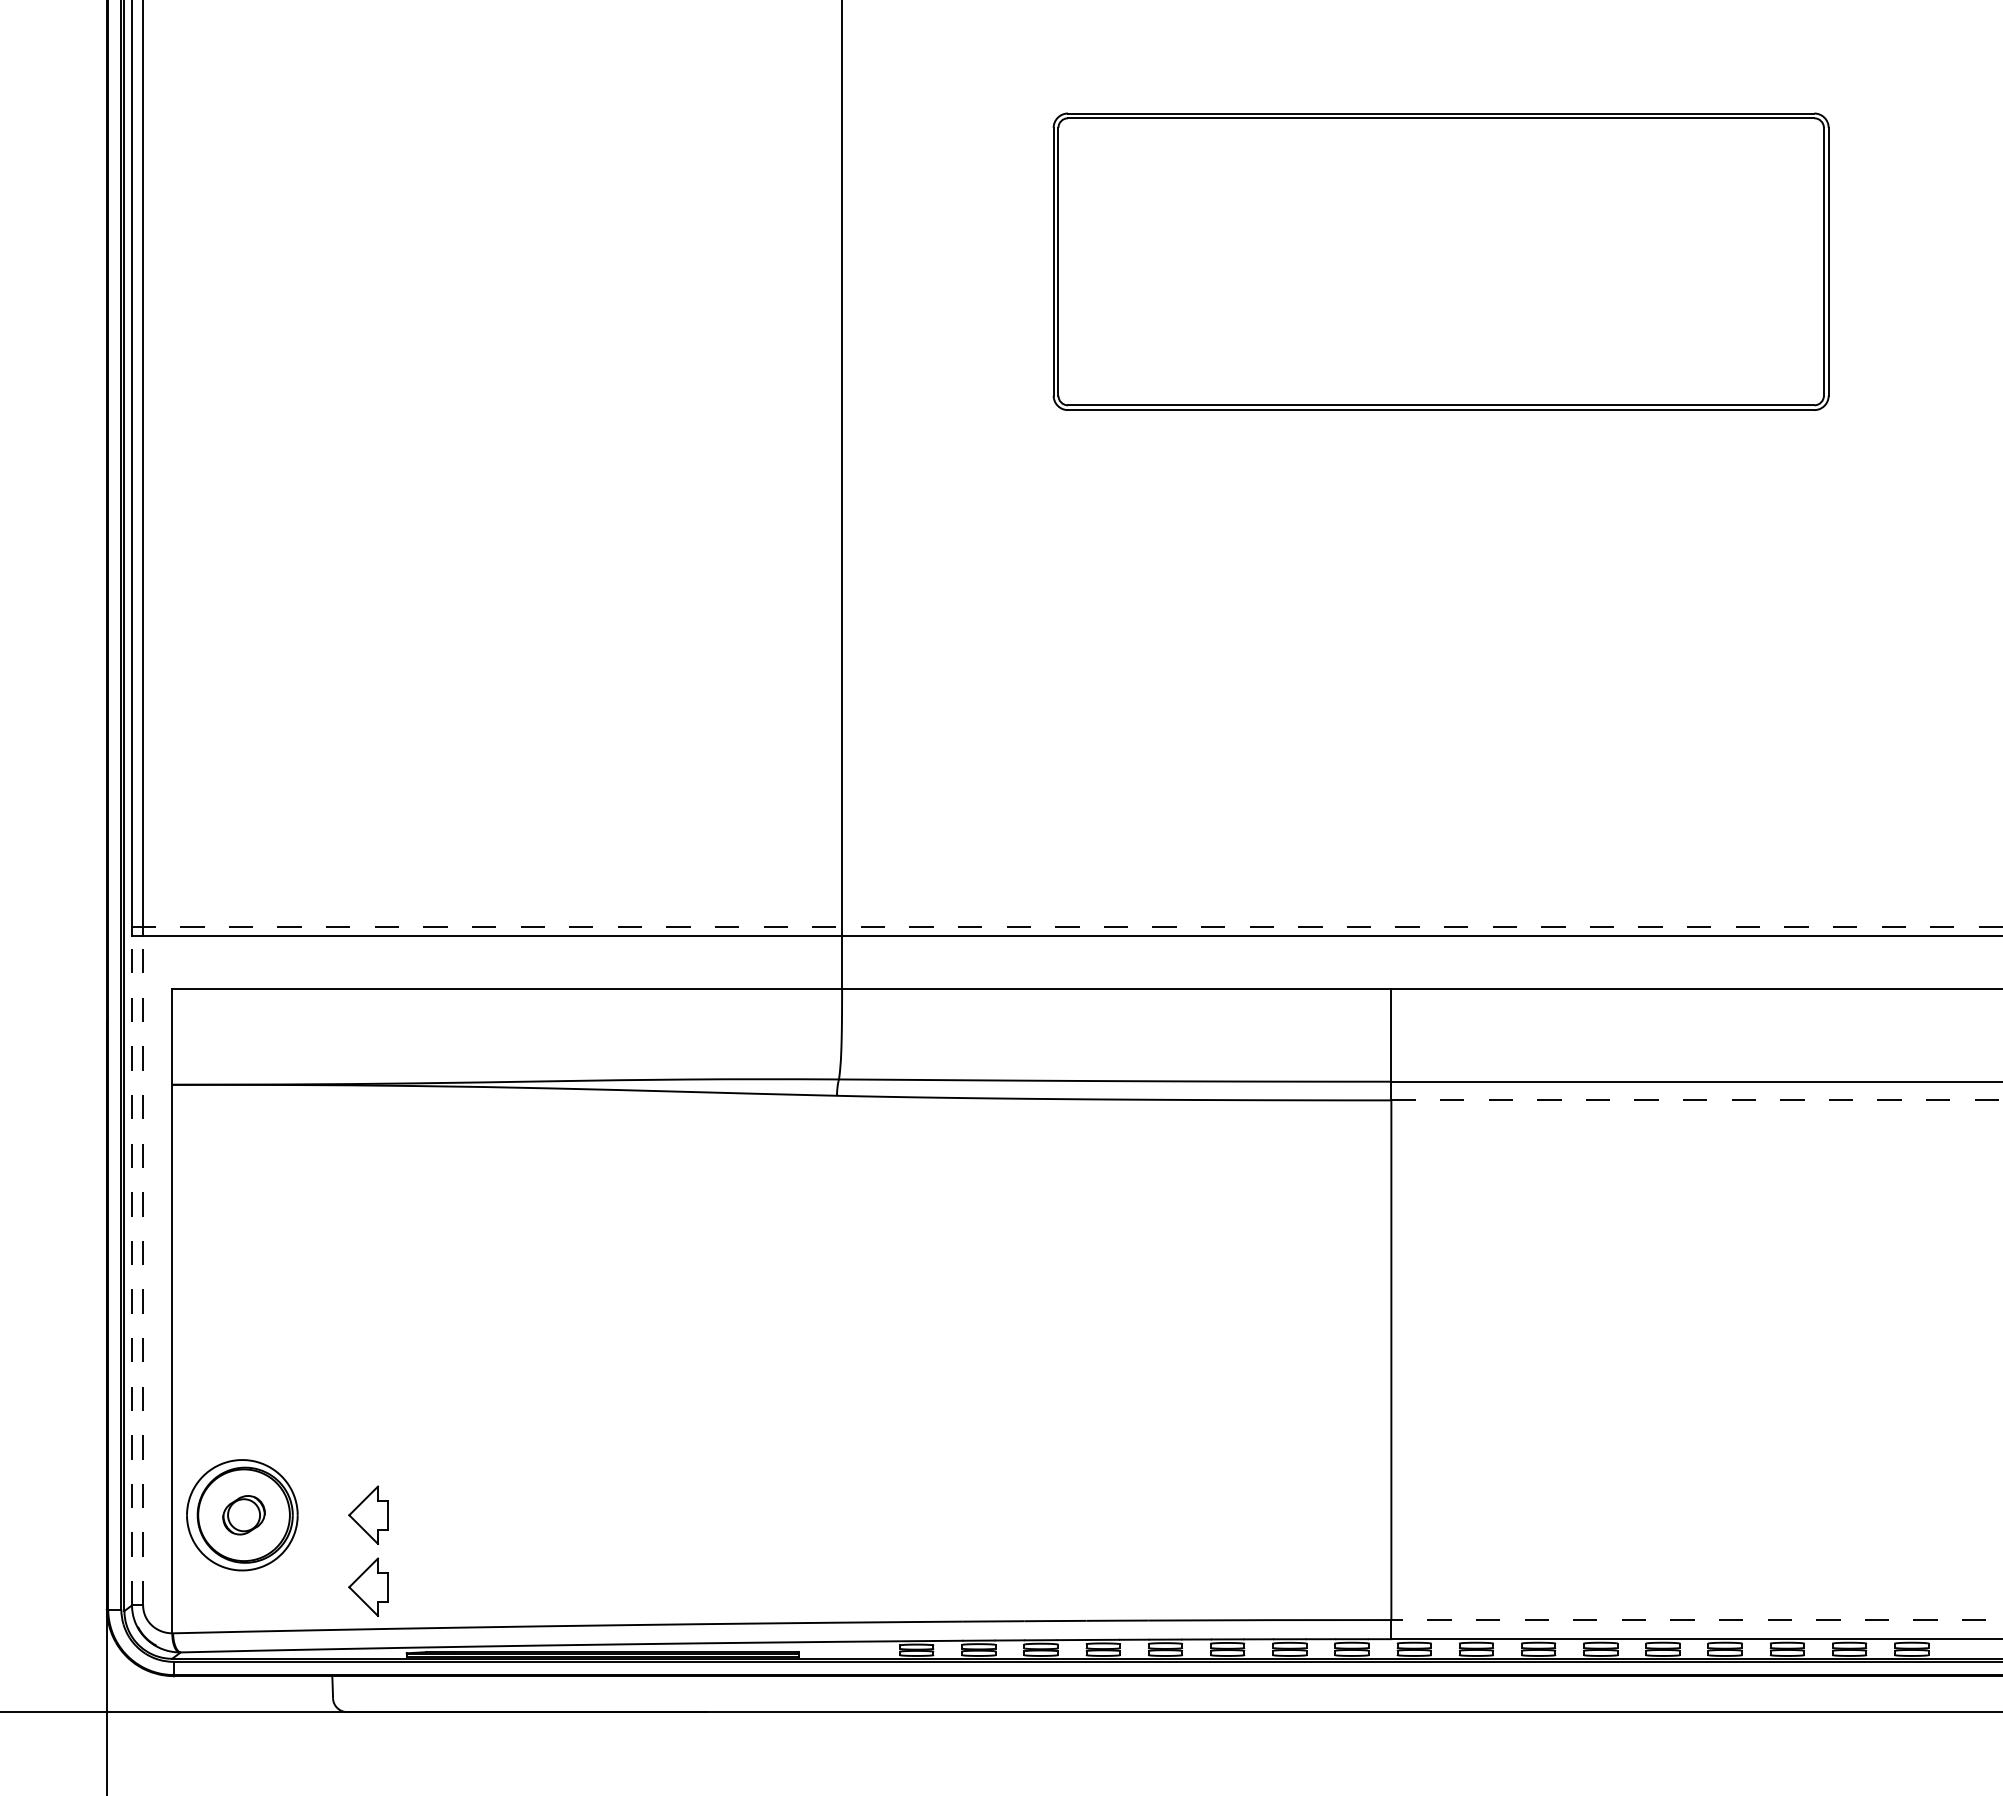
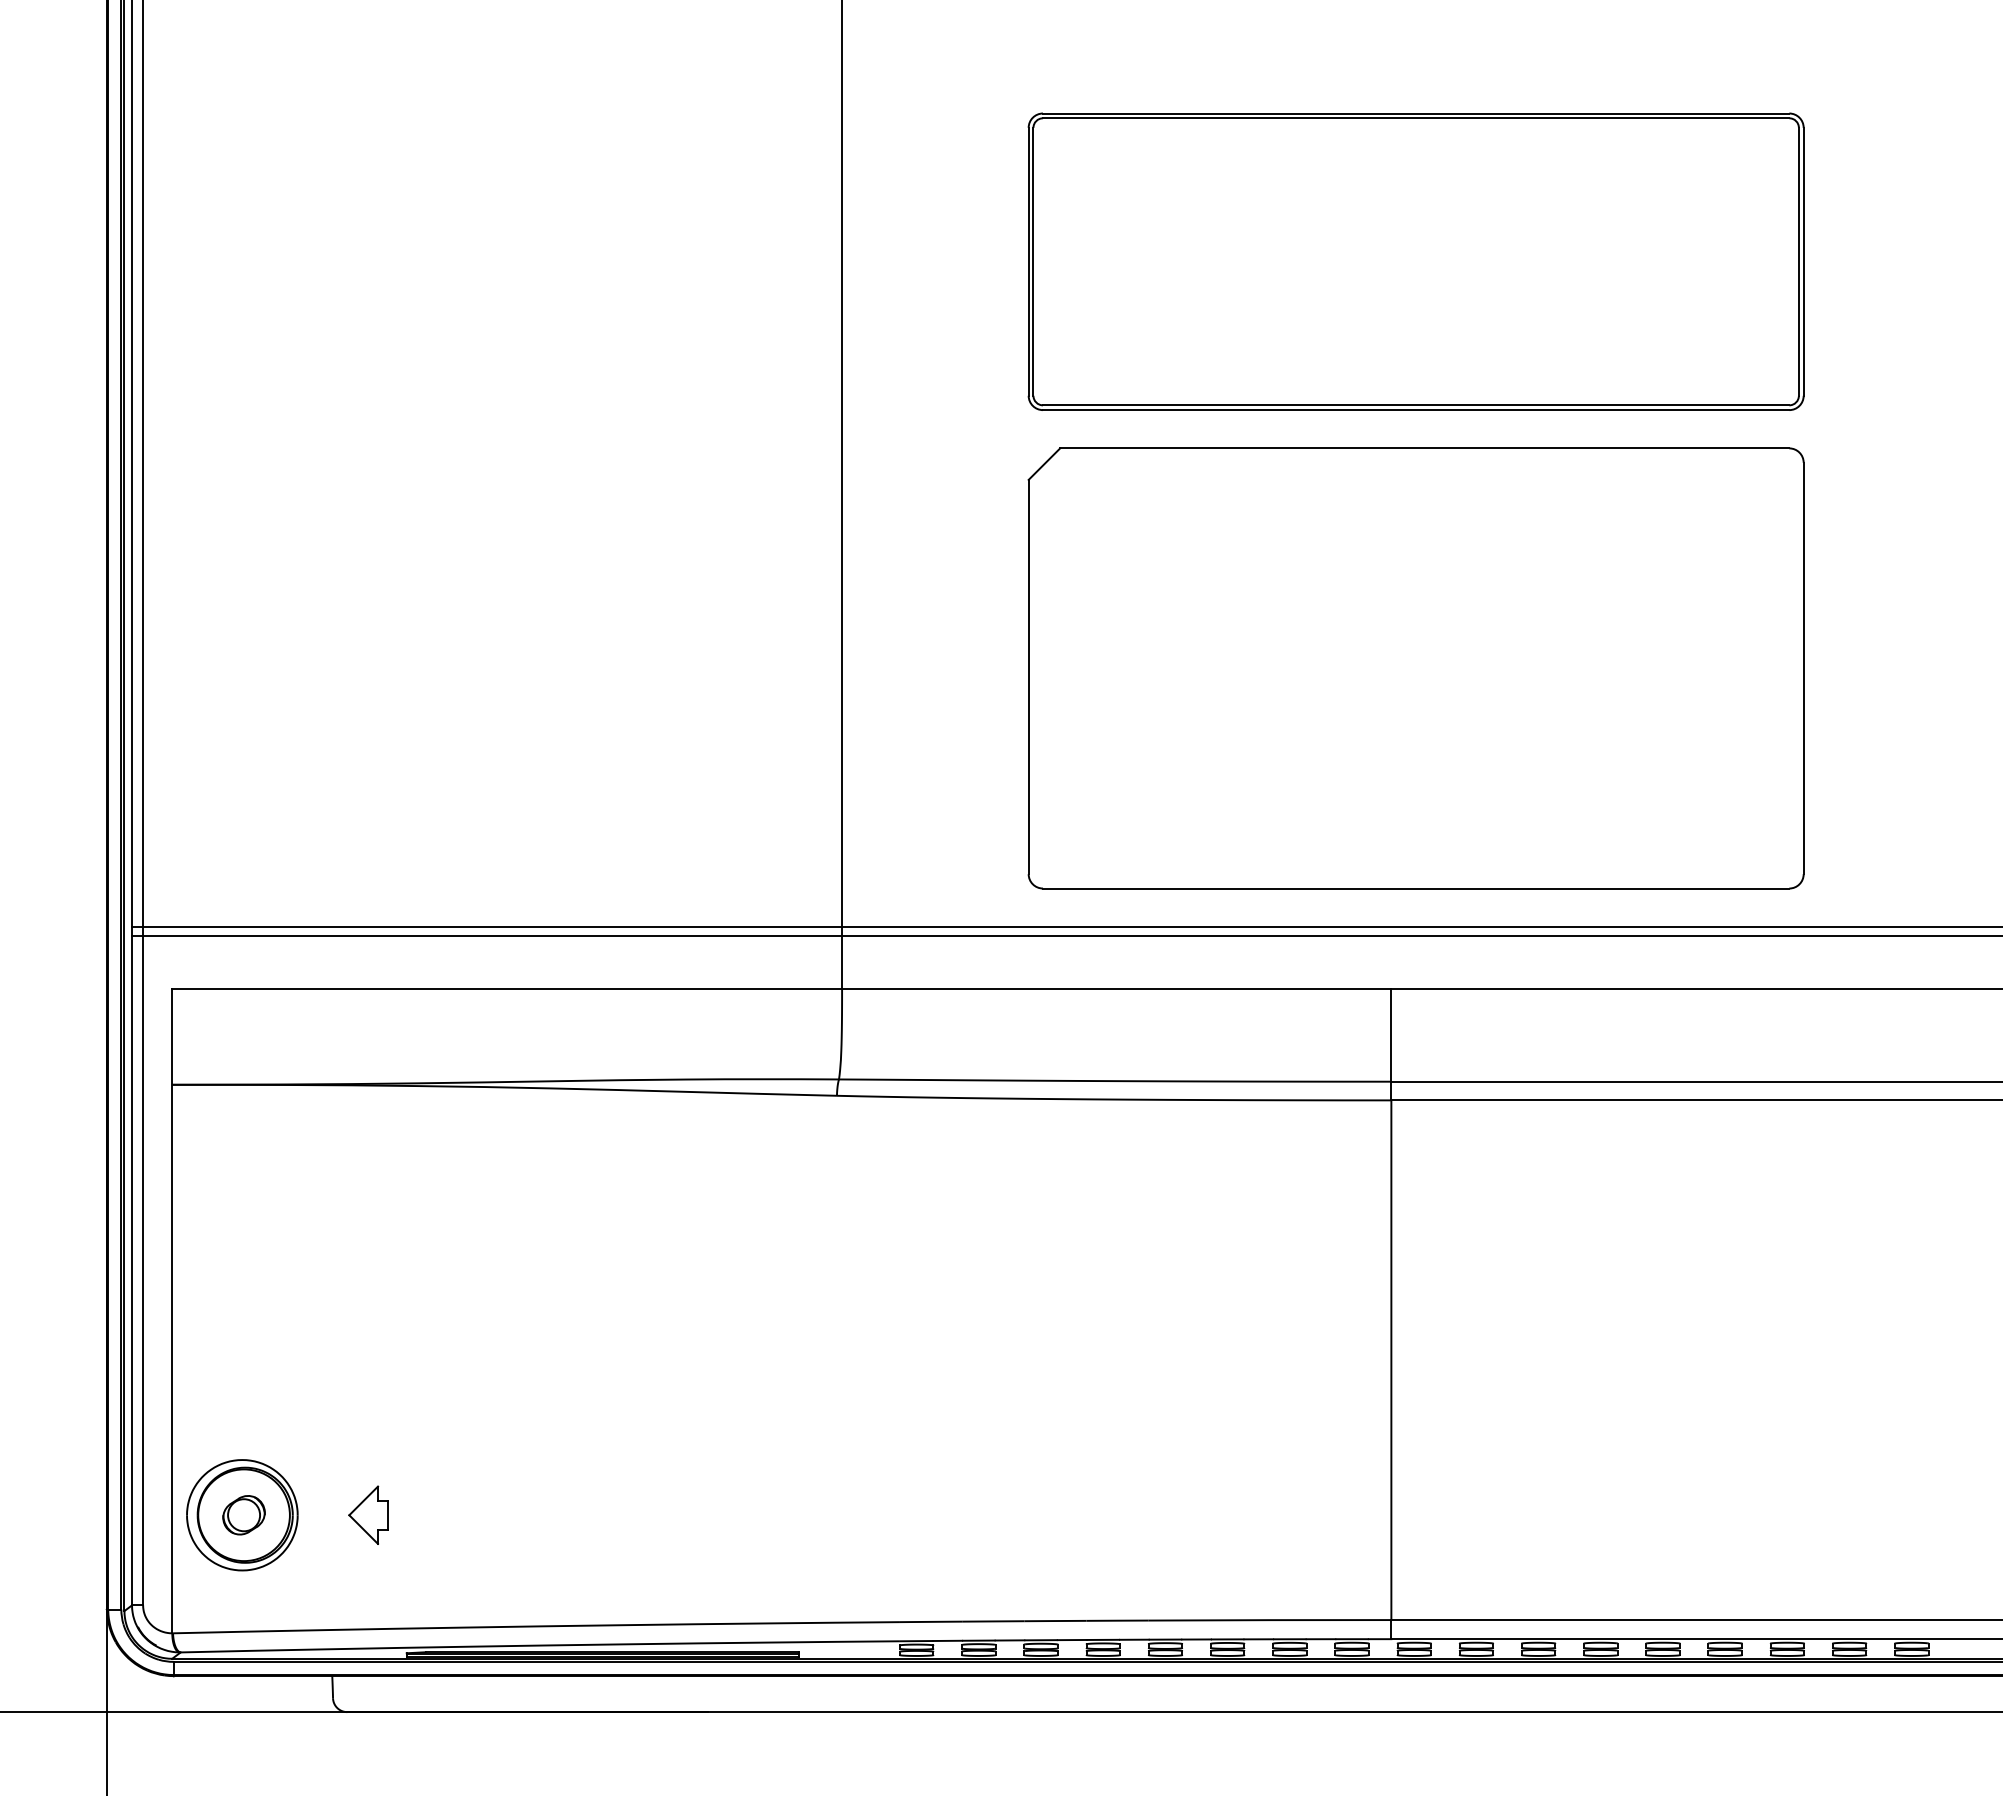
part at (1440, 261) position: (1440, 261) -> (1415, 261)
part at (1415, 668): none -> present
line at (1067, 926): dashed -> solid
line at (1697, 1100): dashed -> solid
line at (132, 1270): dashed -> solid
line at (143, 1270): dashed -> solid
part at (368, 1586): present -> none
line at (1696, 1620): dashed -> solid
